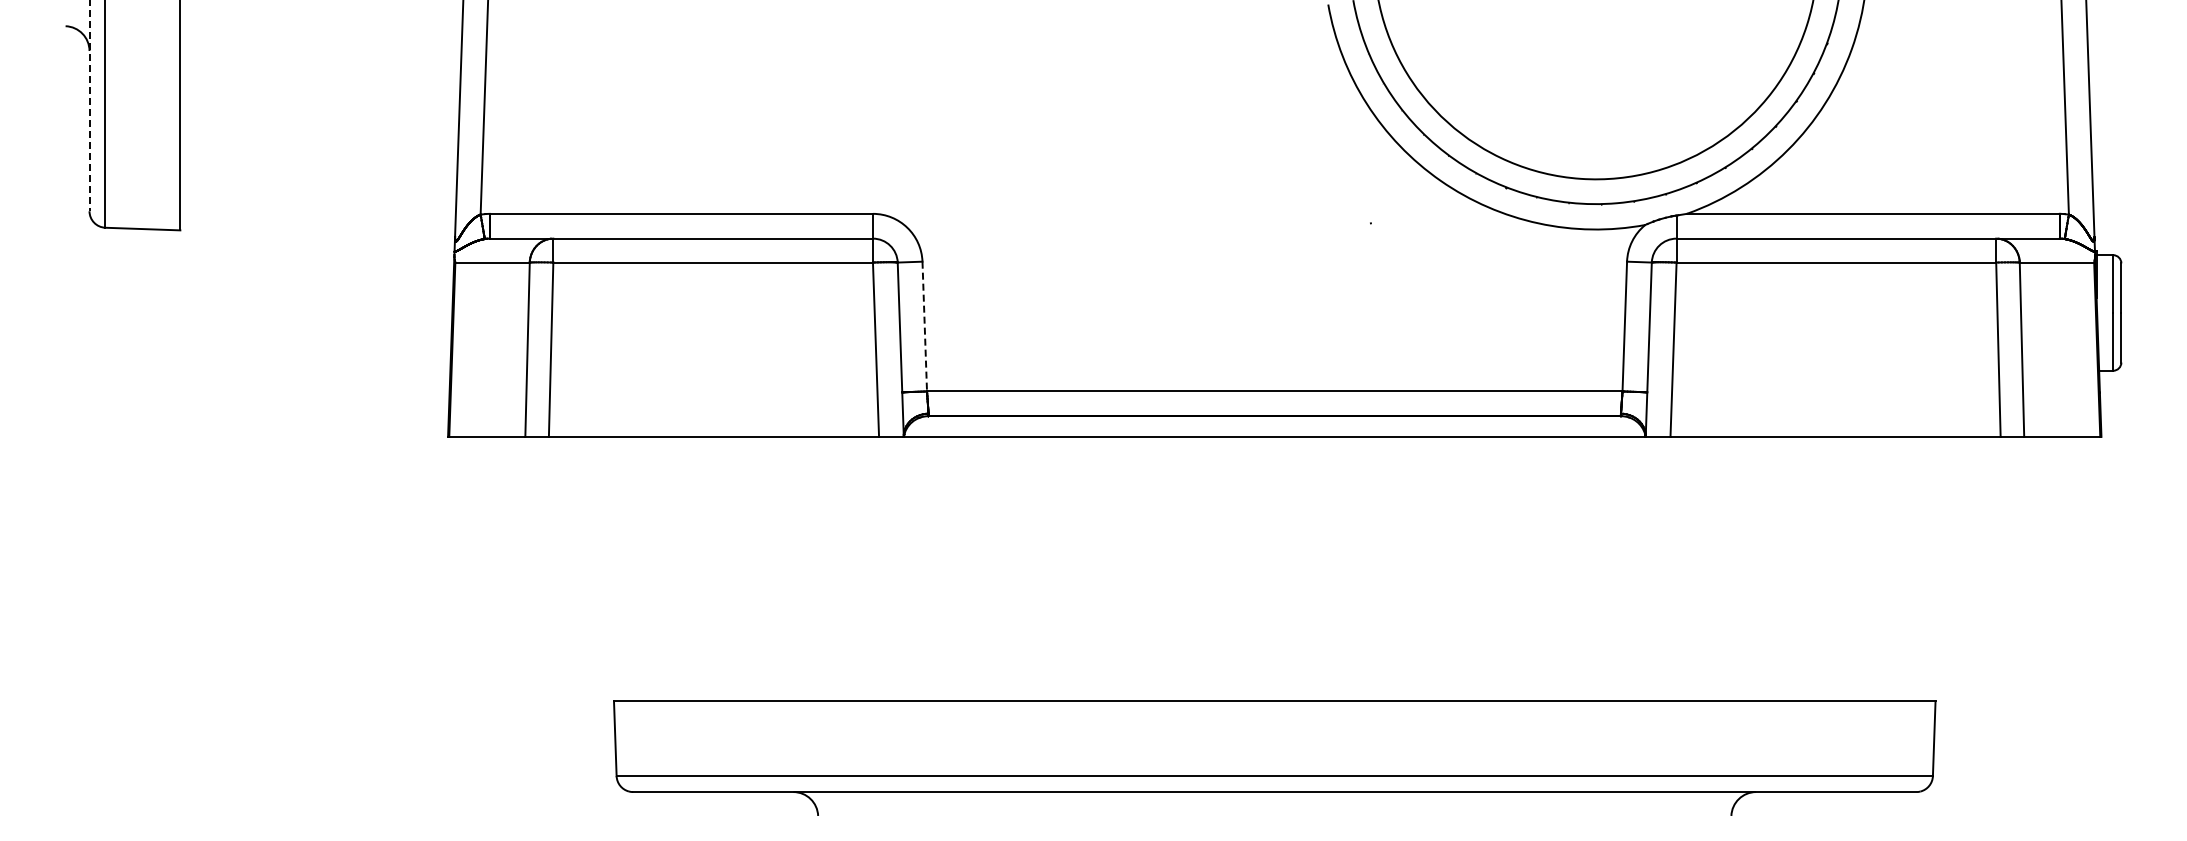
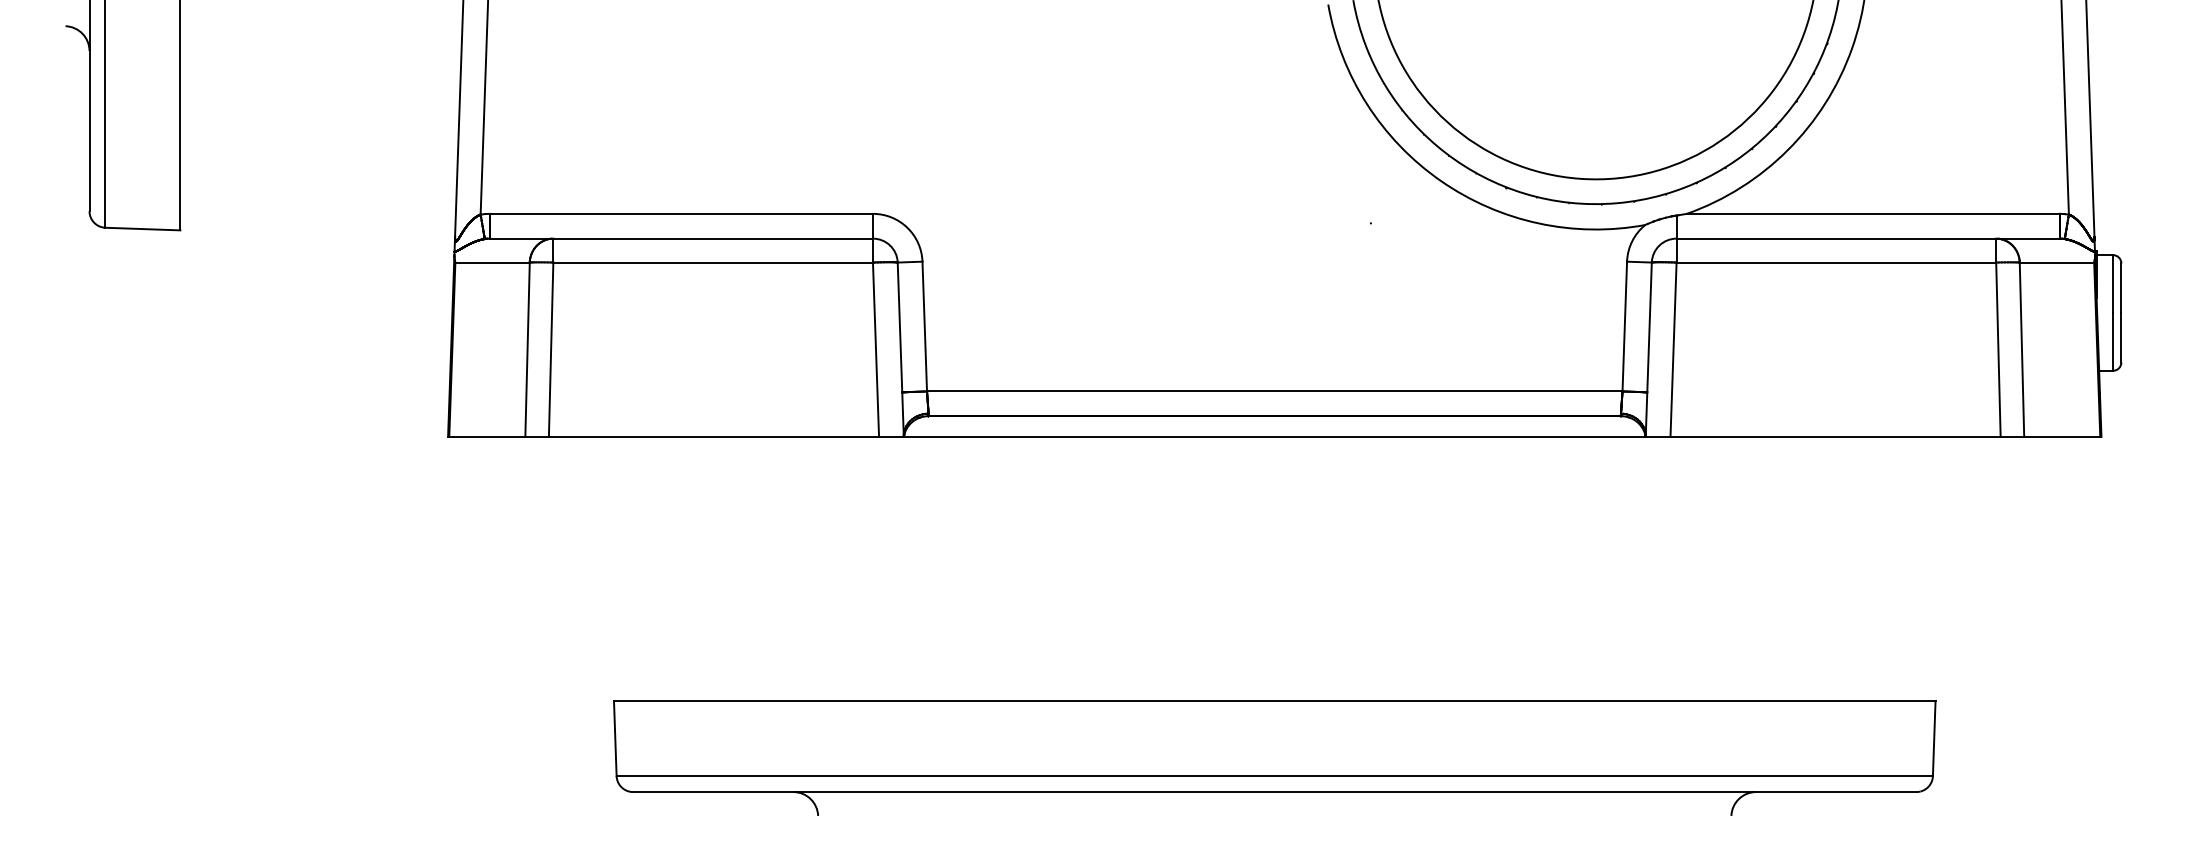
line at (89, 106): dashed -> solid
line at (924, 326): dashed -> solid
